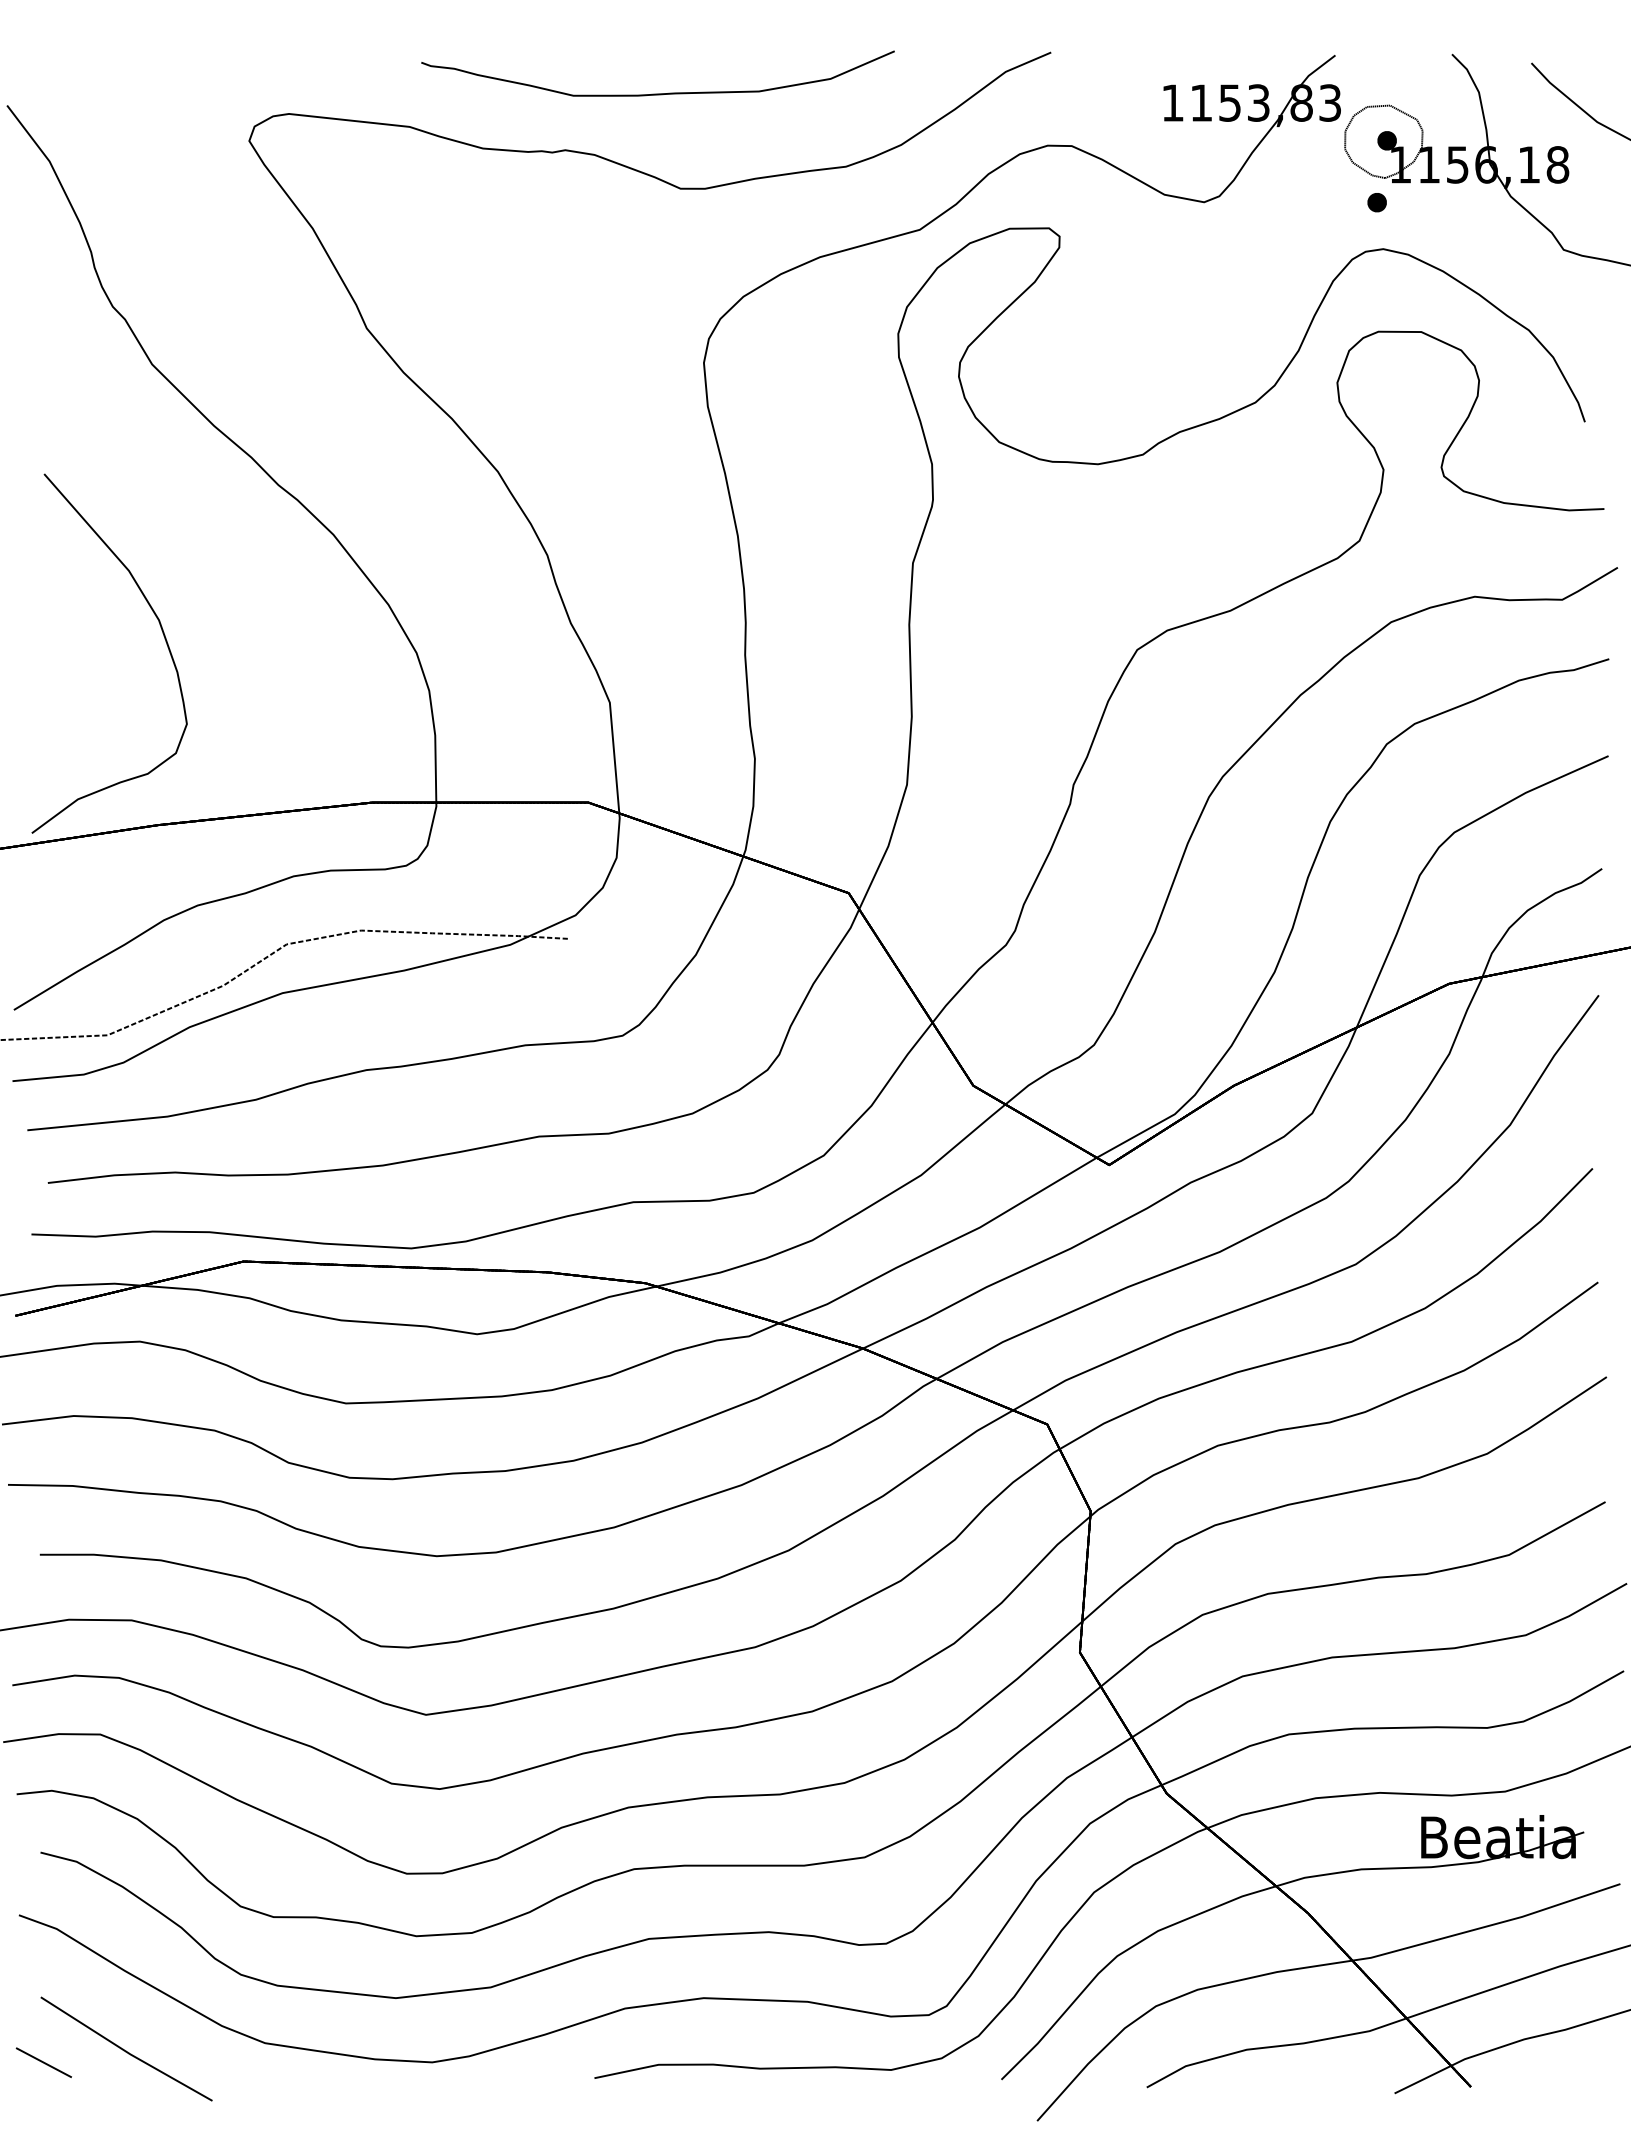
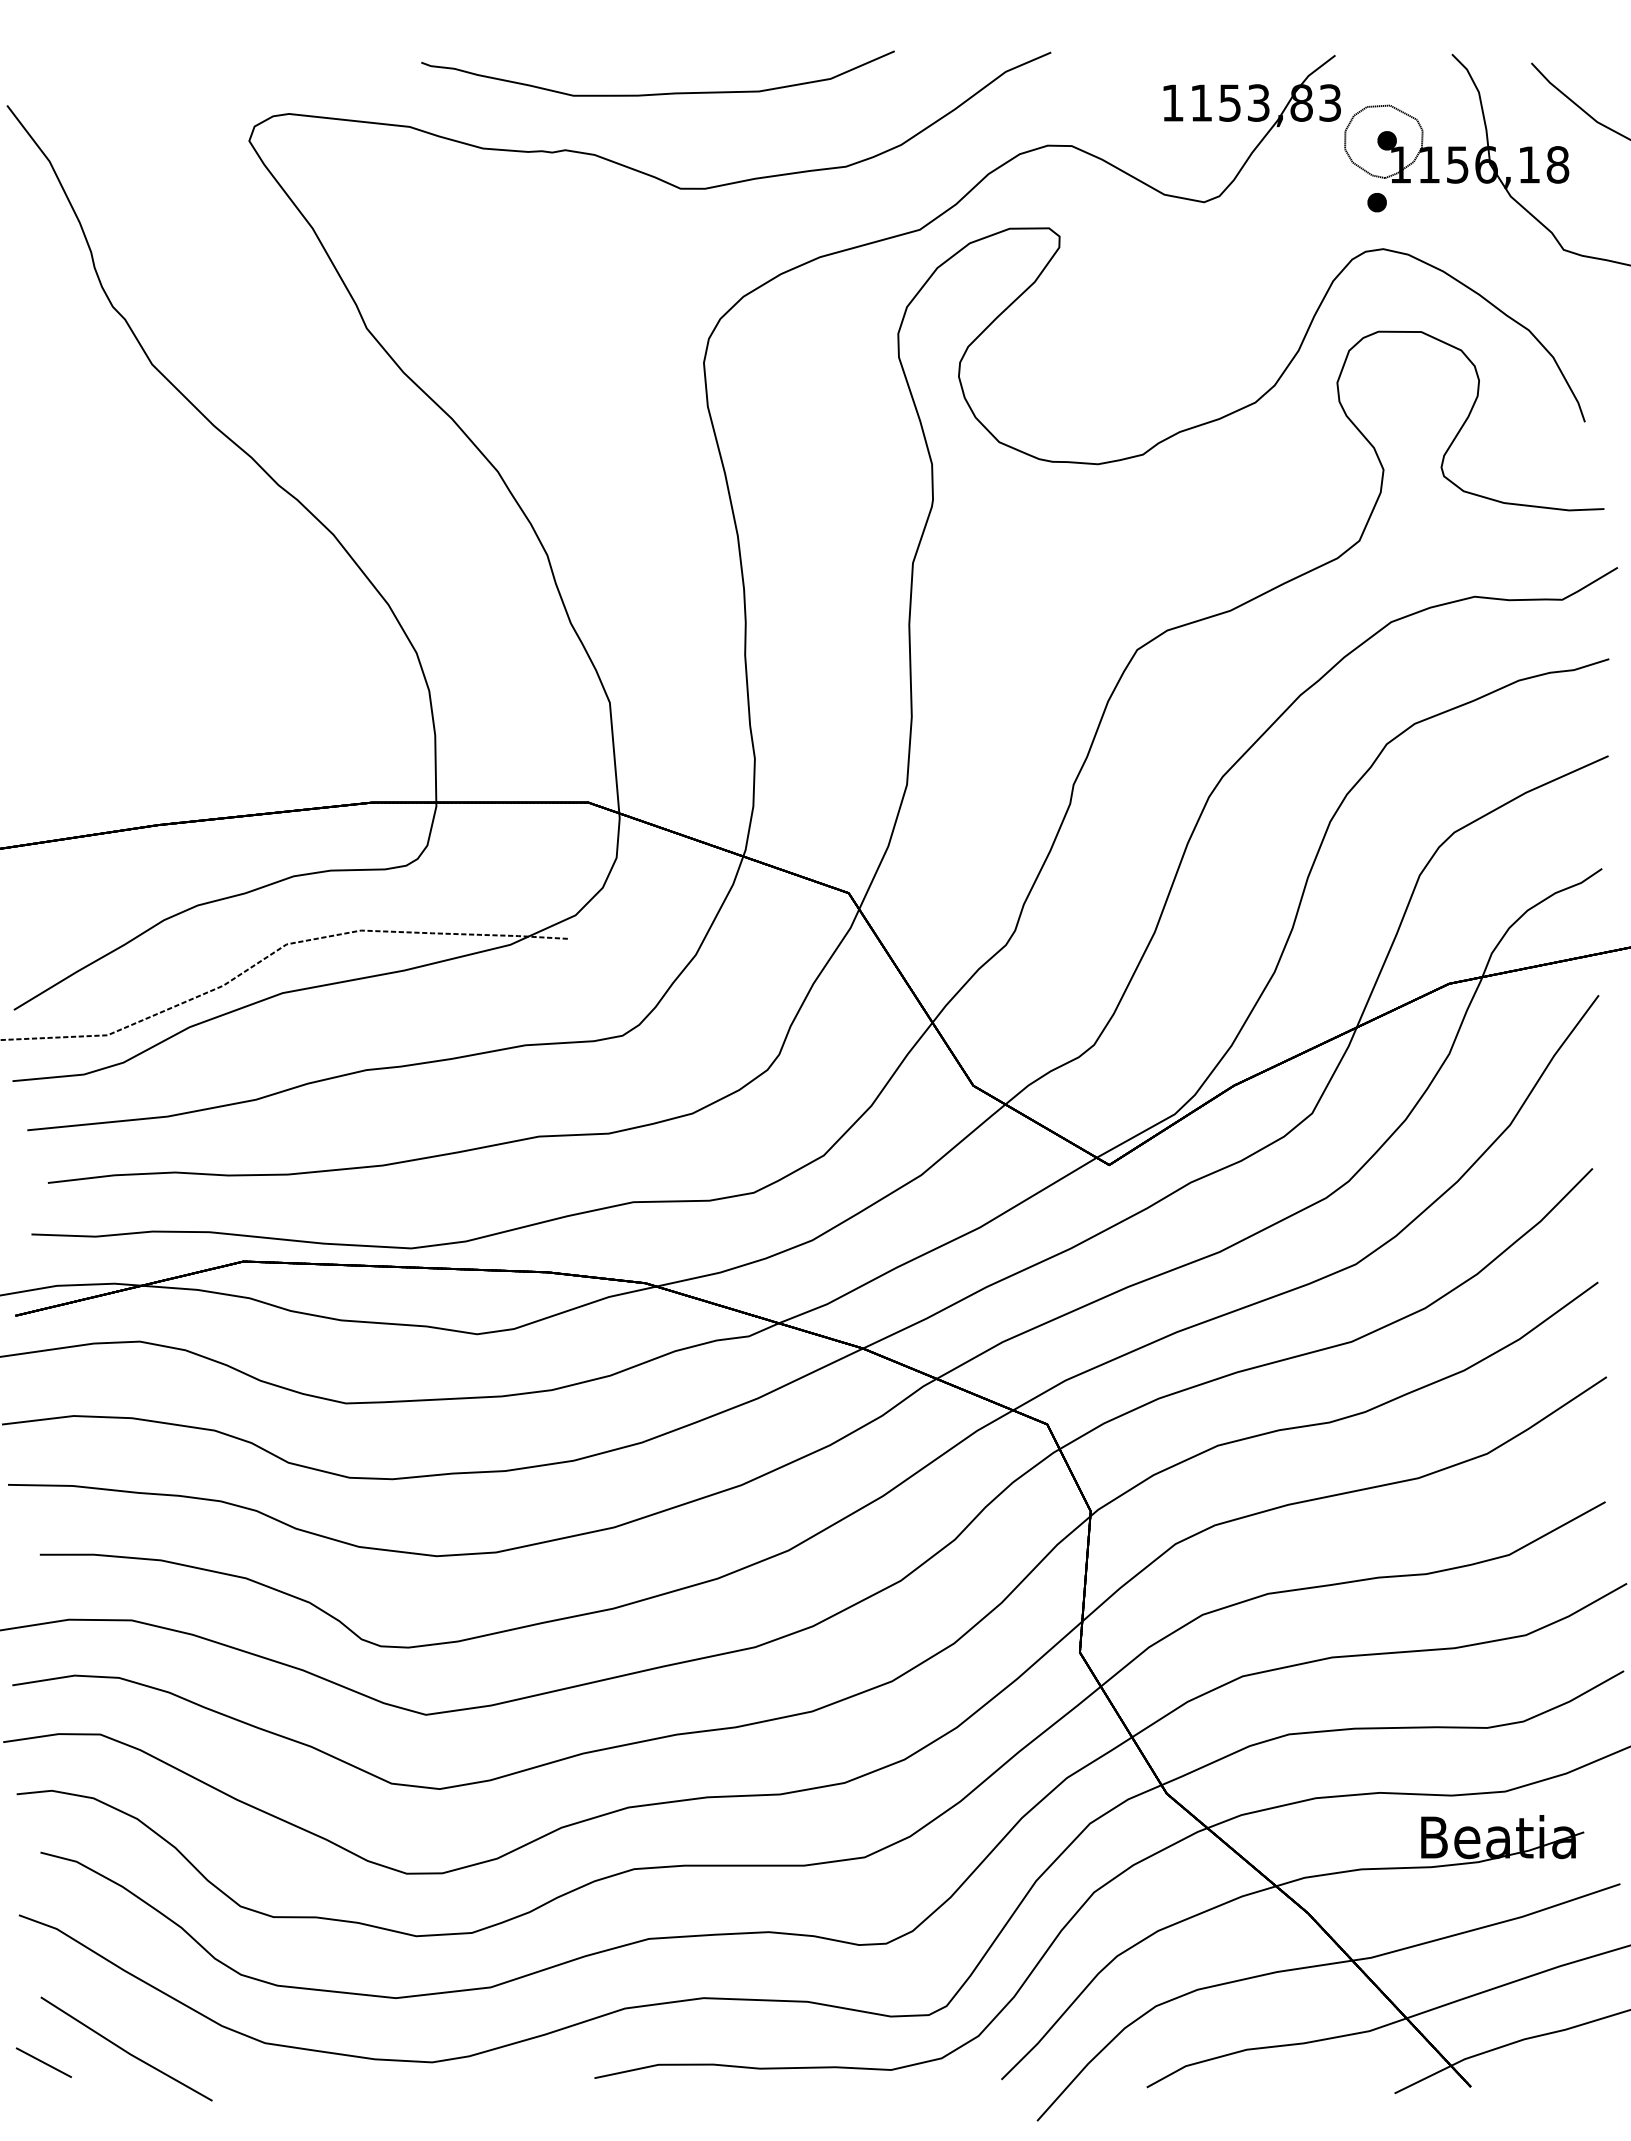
curve at (163, 636): present -> none
